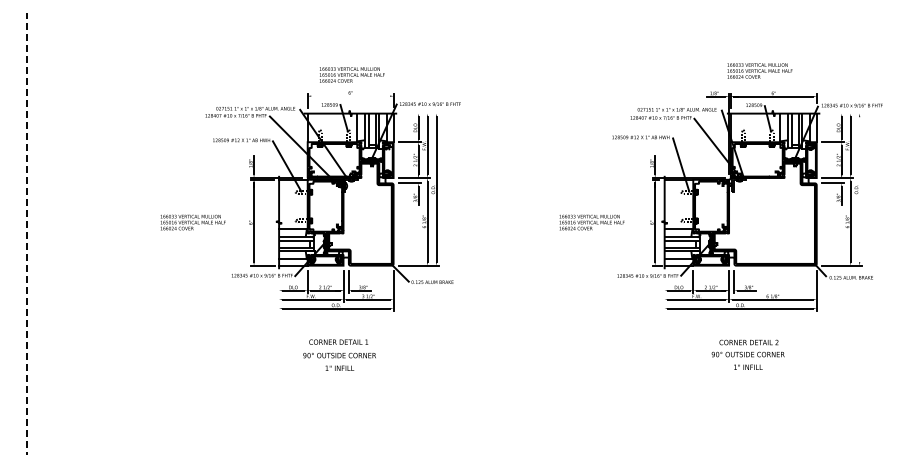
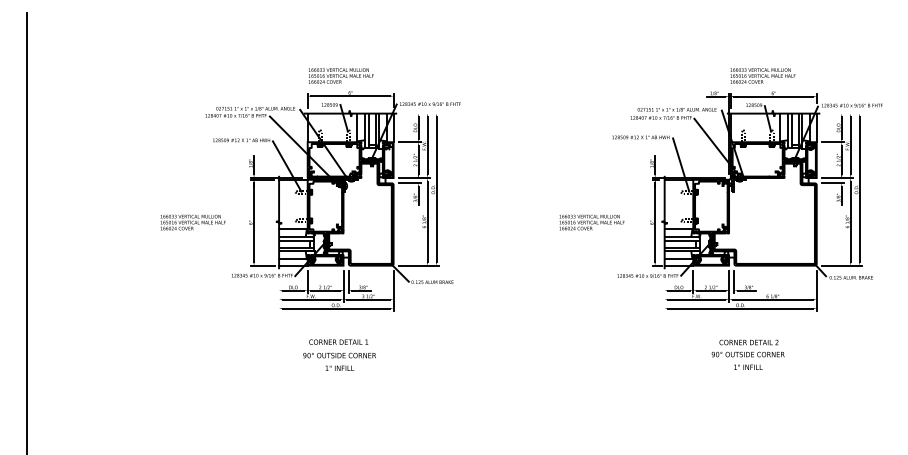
text at (759, 70) position: (759, 70) -> (762, 75)
text at (352, 74) position: (352, 74) -> (341, 75)
line at (350, 96): none -> present
line at (859, 189): none -> present
line at (27, 233): dashed -> solid
